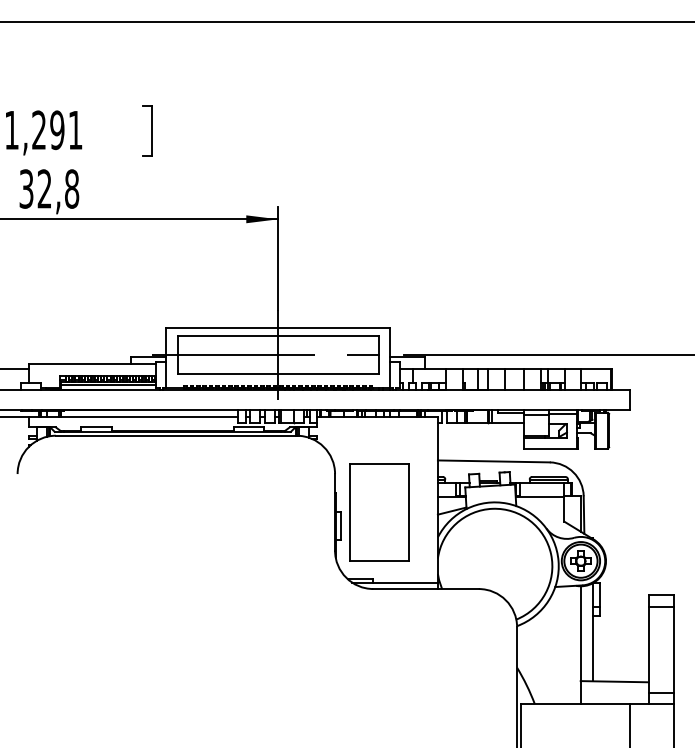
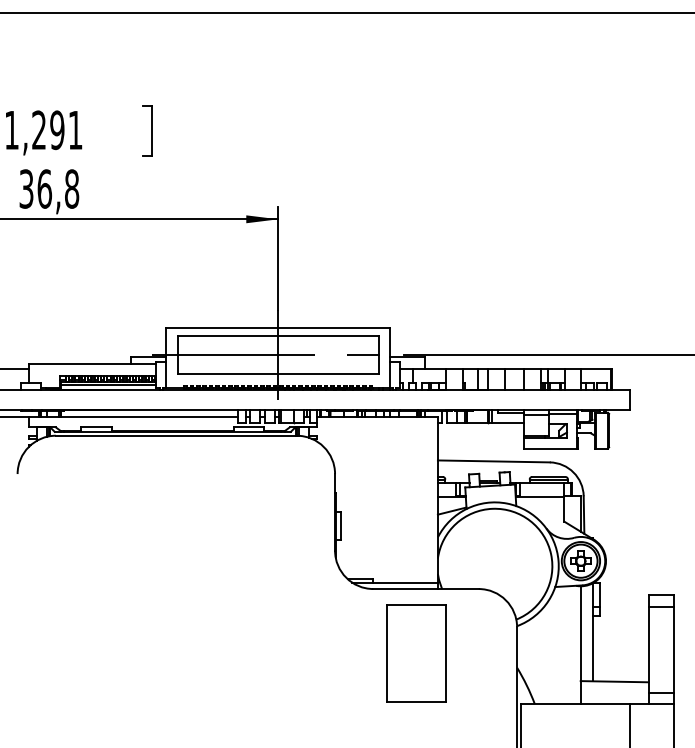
line at (346, 22) position: (346, 22) -> (346, 13)
text at (44, 188): 32,8 -> 36,8
part at (379, 512) position: (379, 512) -> (416, 653)
